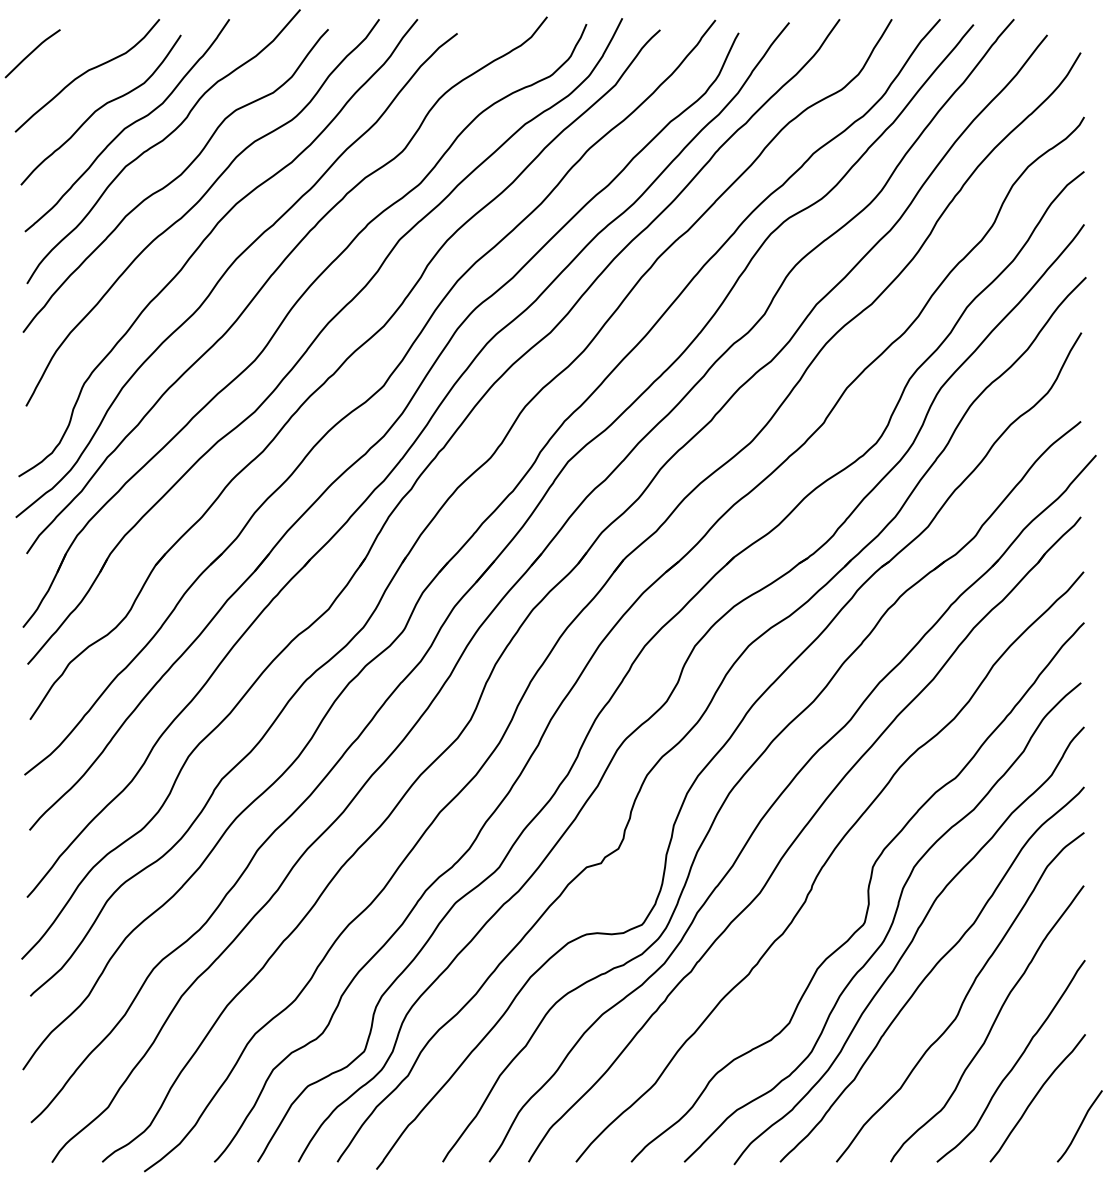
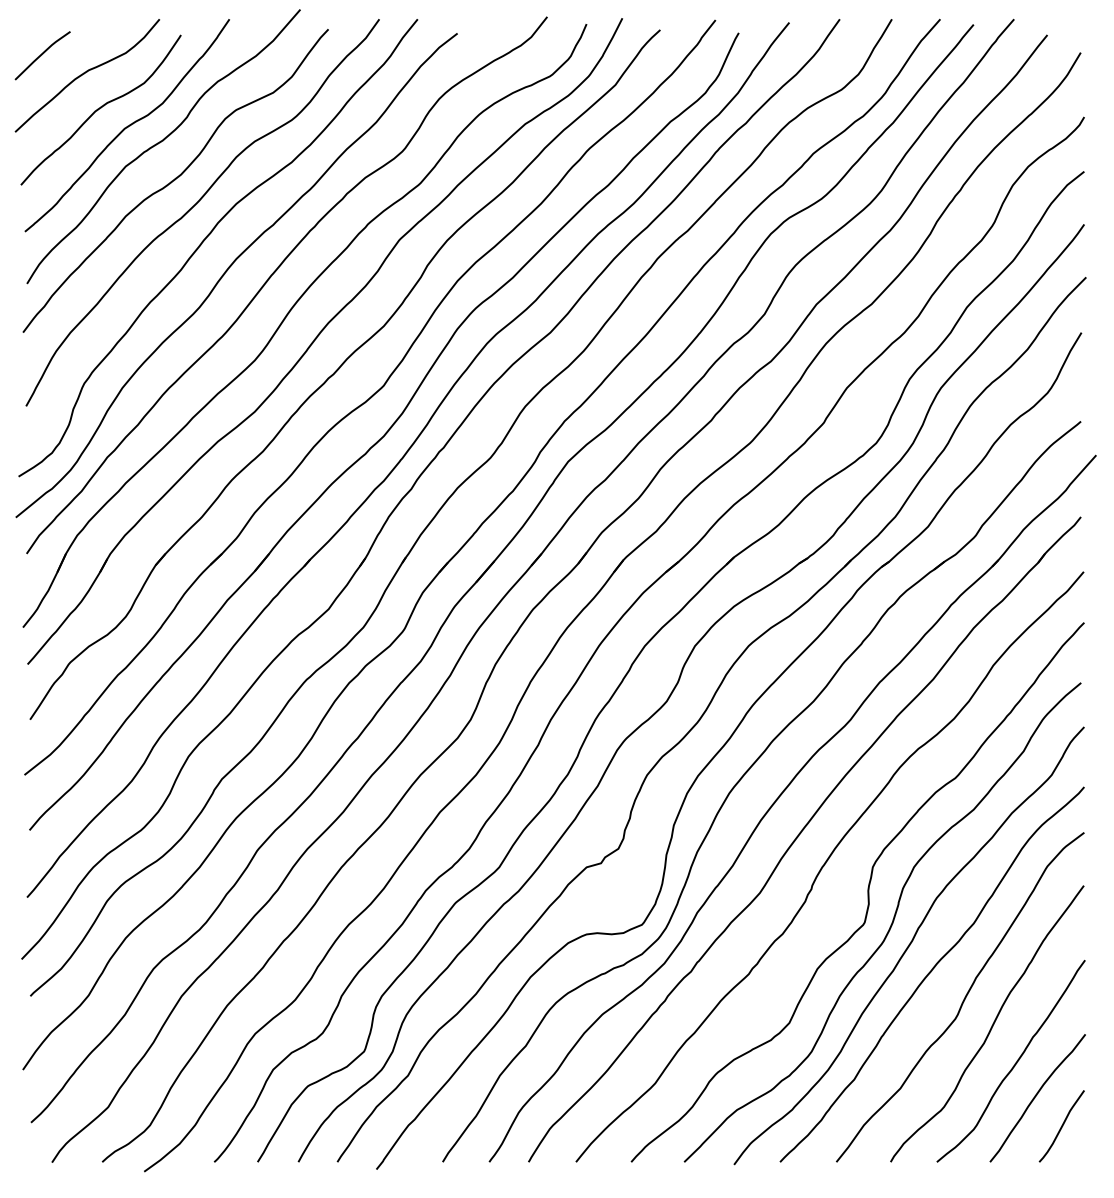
line at (32, 53) position: (32, 53) -> (42, 55)
curve at (1079, 1126) position: (1079, 1126) -> (1061, 1126)
